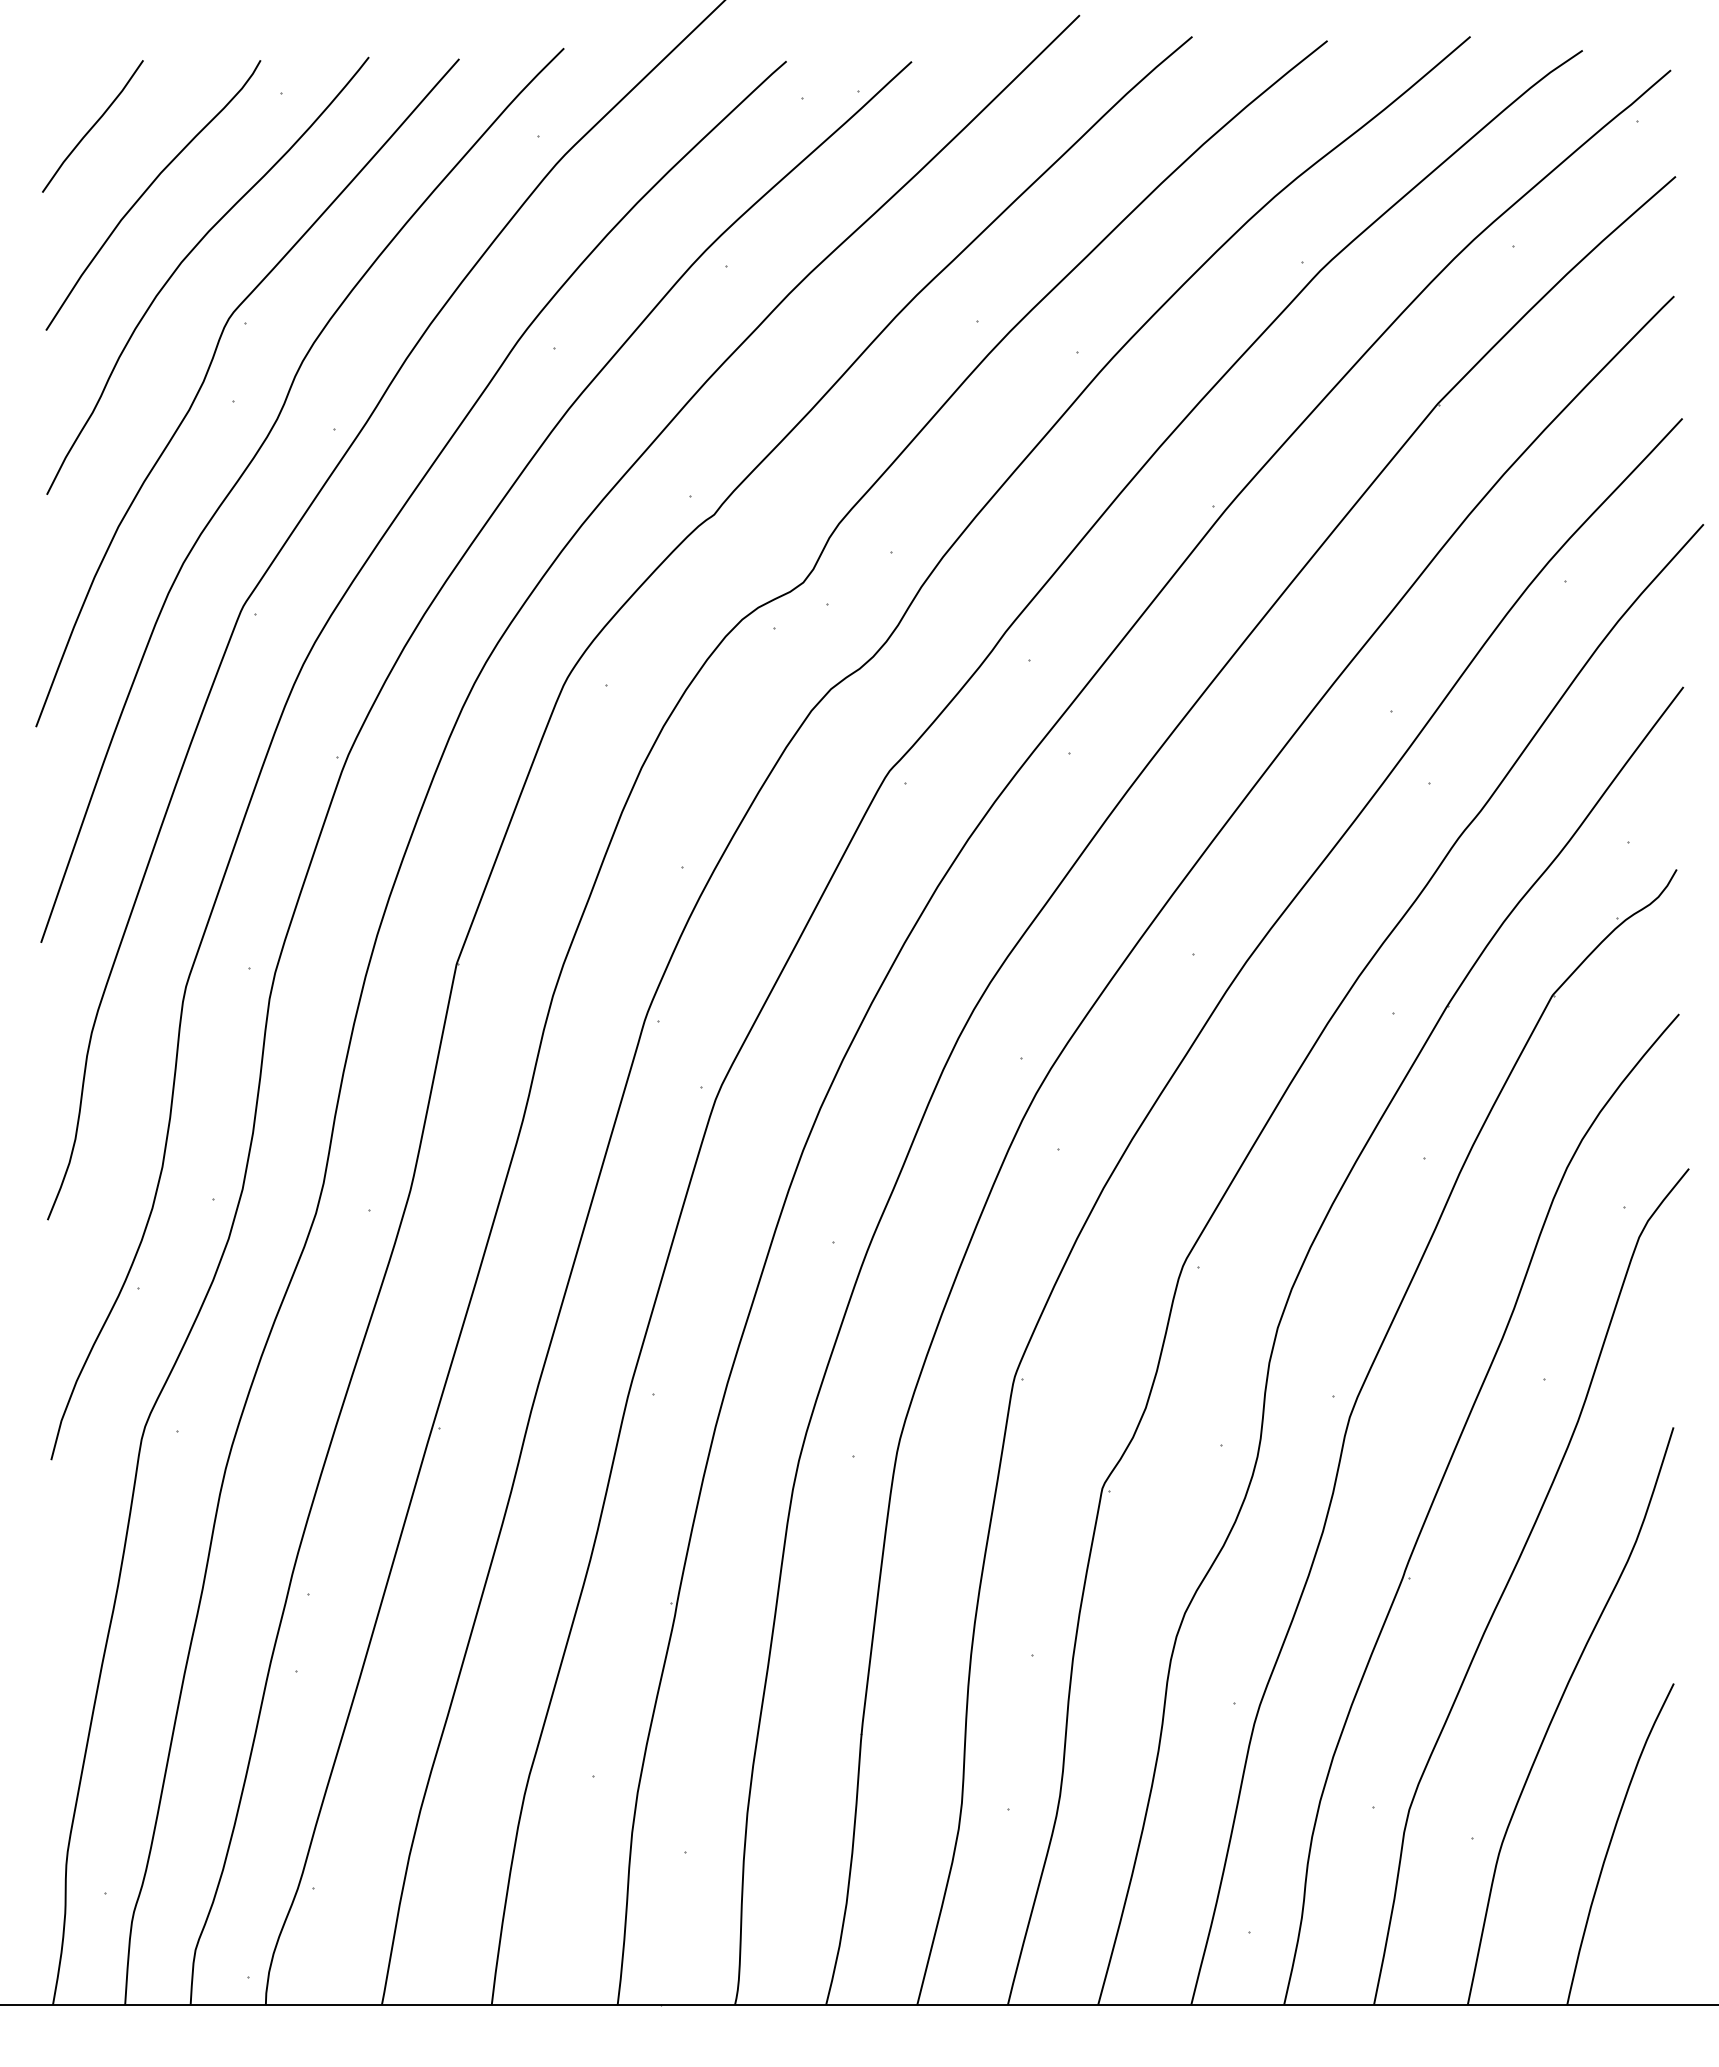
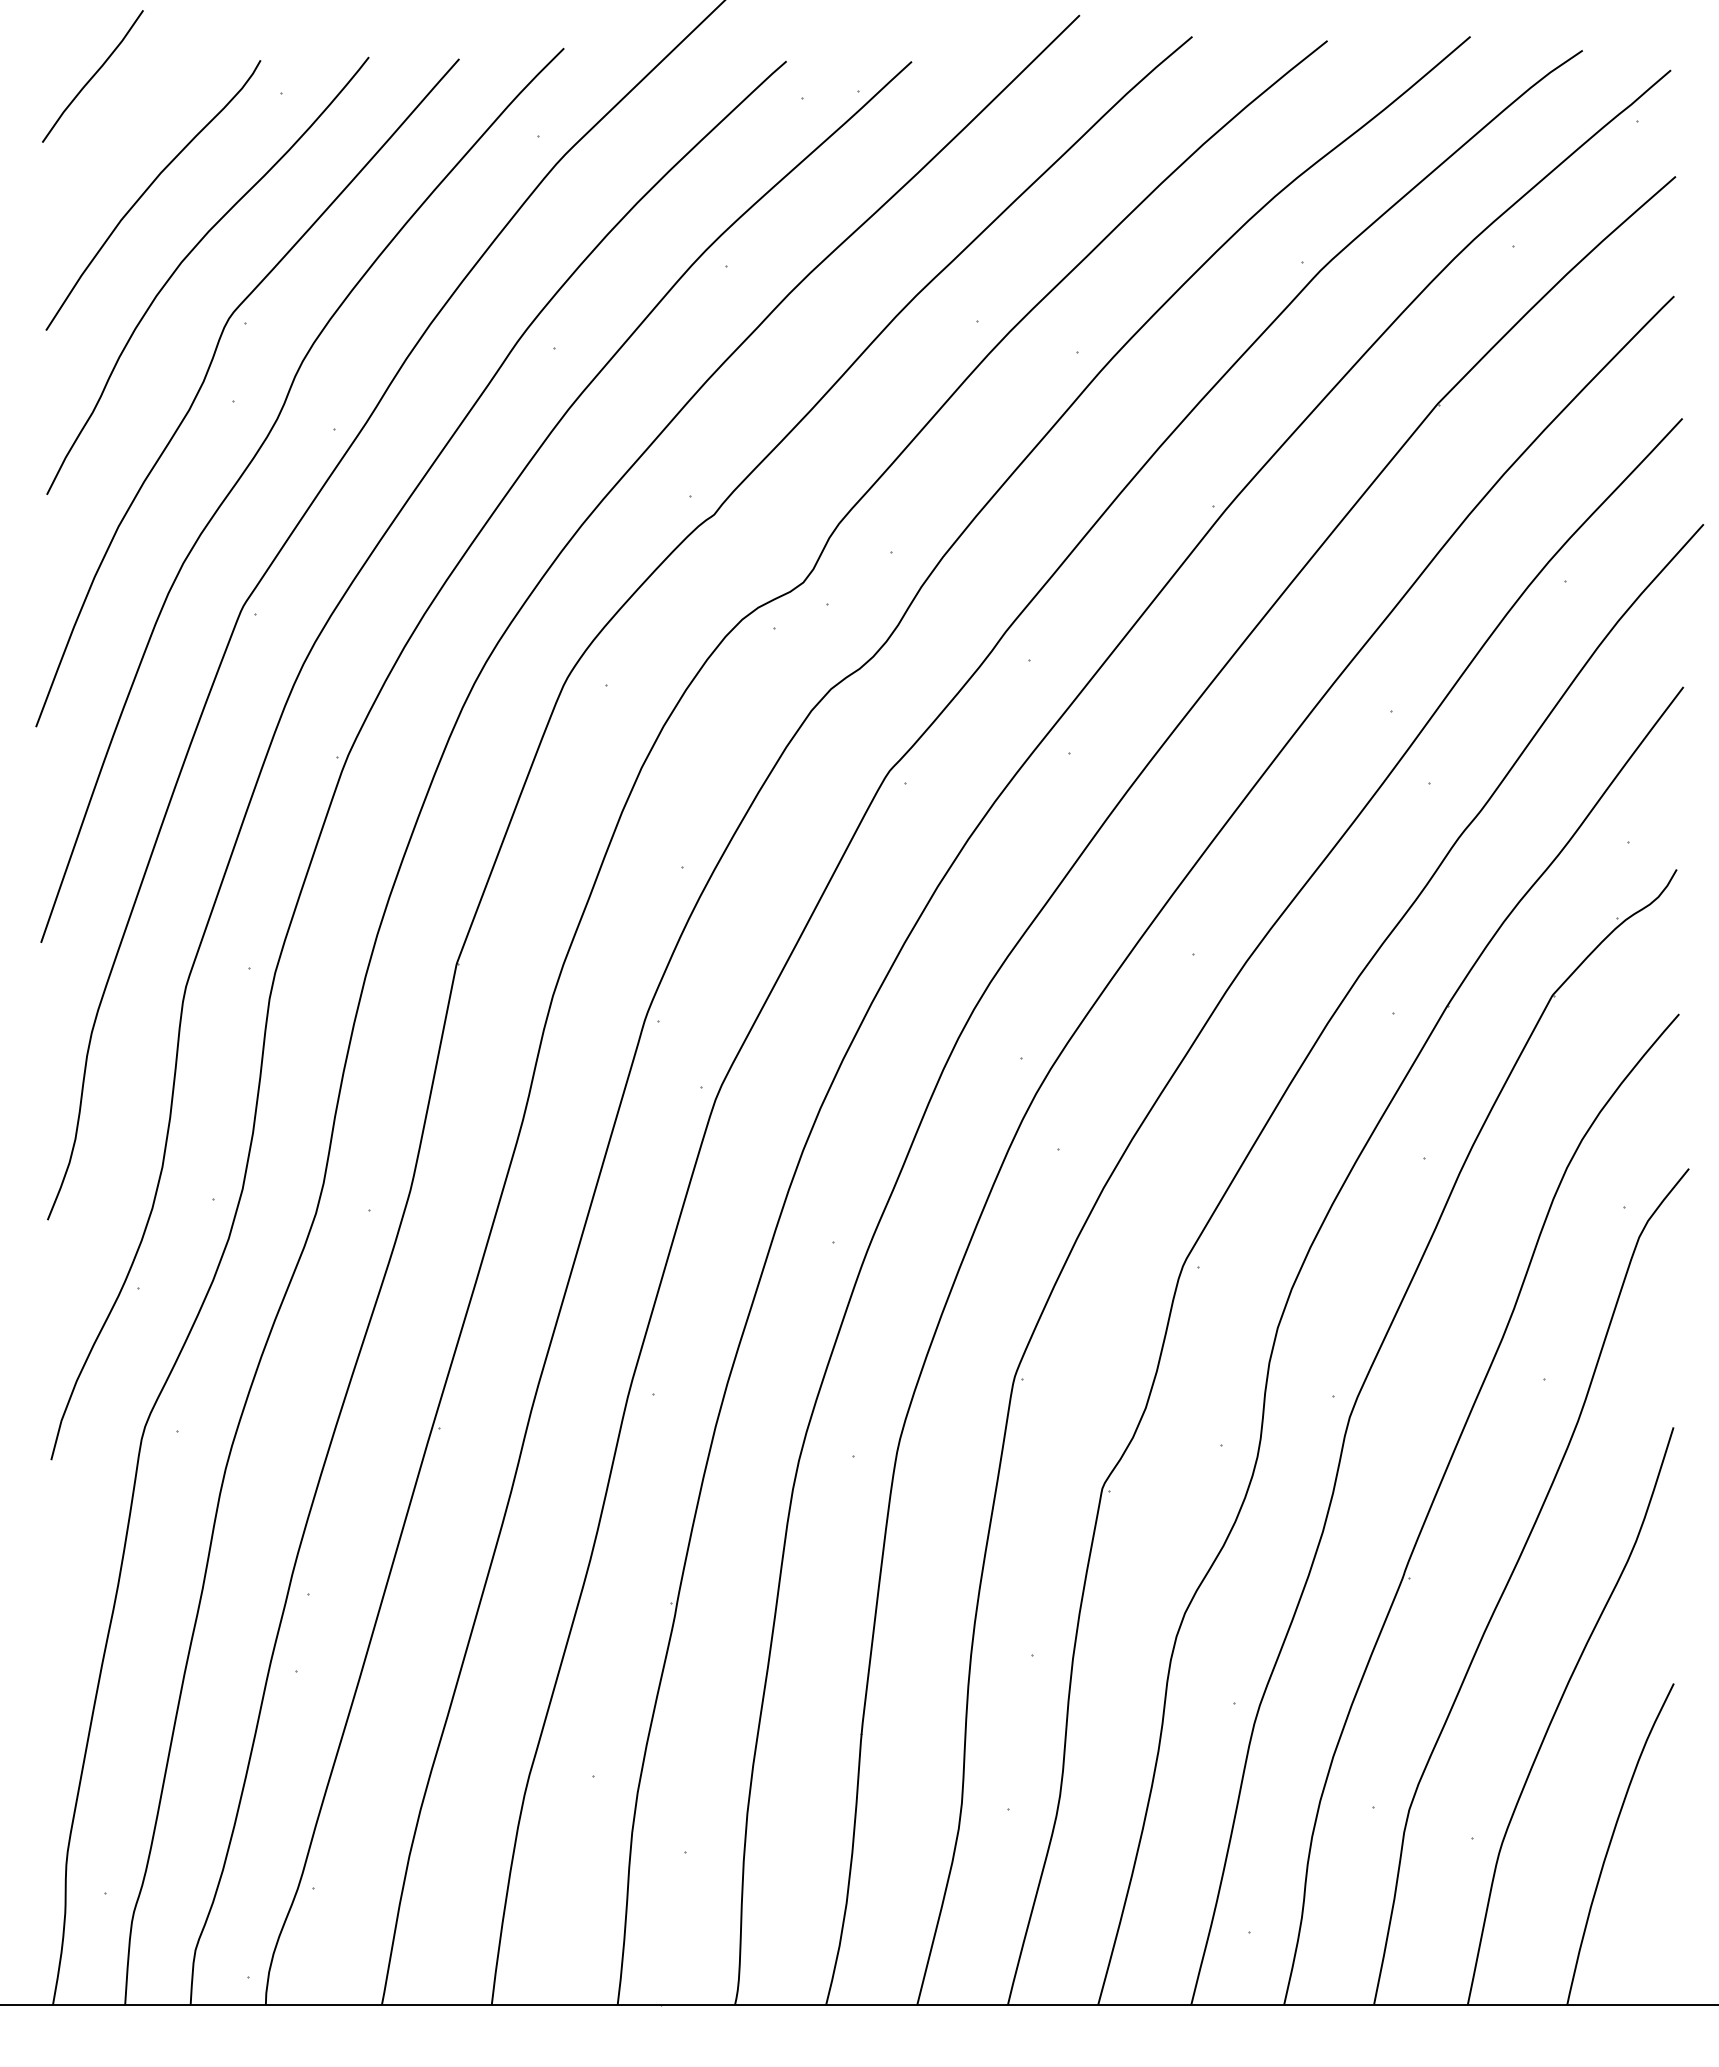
curve at (92, 126) position: (92, 126) -> (92, 76)
